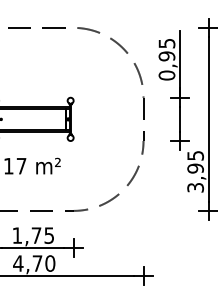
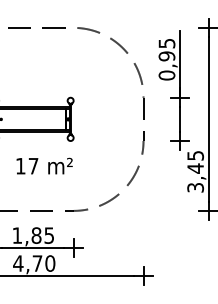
text at (32, 165) position: (32, 165) -> (44, 165)
text at (195, 168): 3,95 -> 3,45
text at (36, 235): 1,75 -> 1,85
